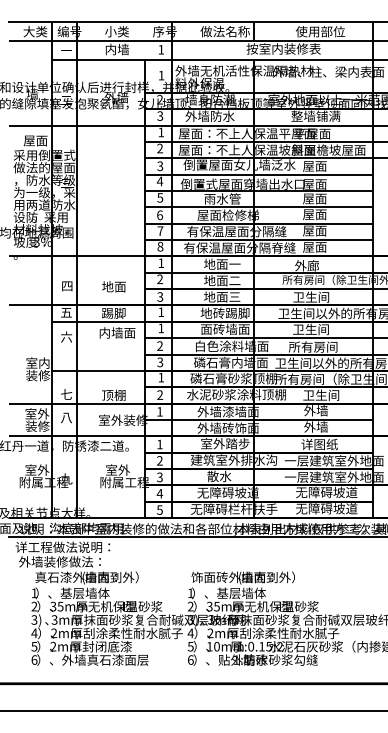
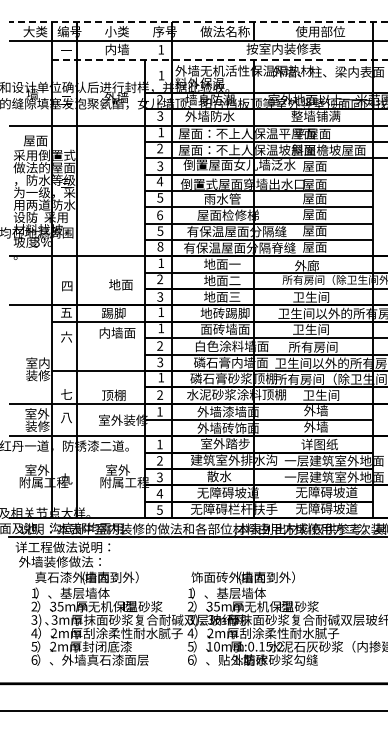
line at (197, 22): solid -> dashed
line at (220, 60): solid -> dashed
text at (160, 230): 7 -> 5
text at (113, 286) position: (113, 286) -> (120, 284)
